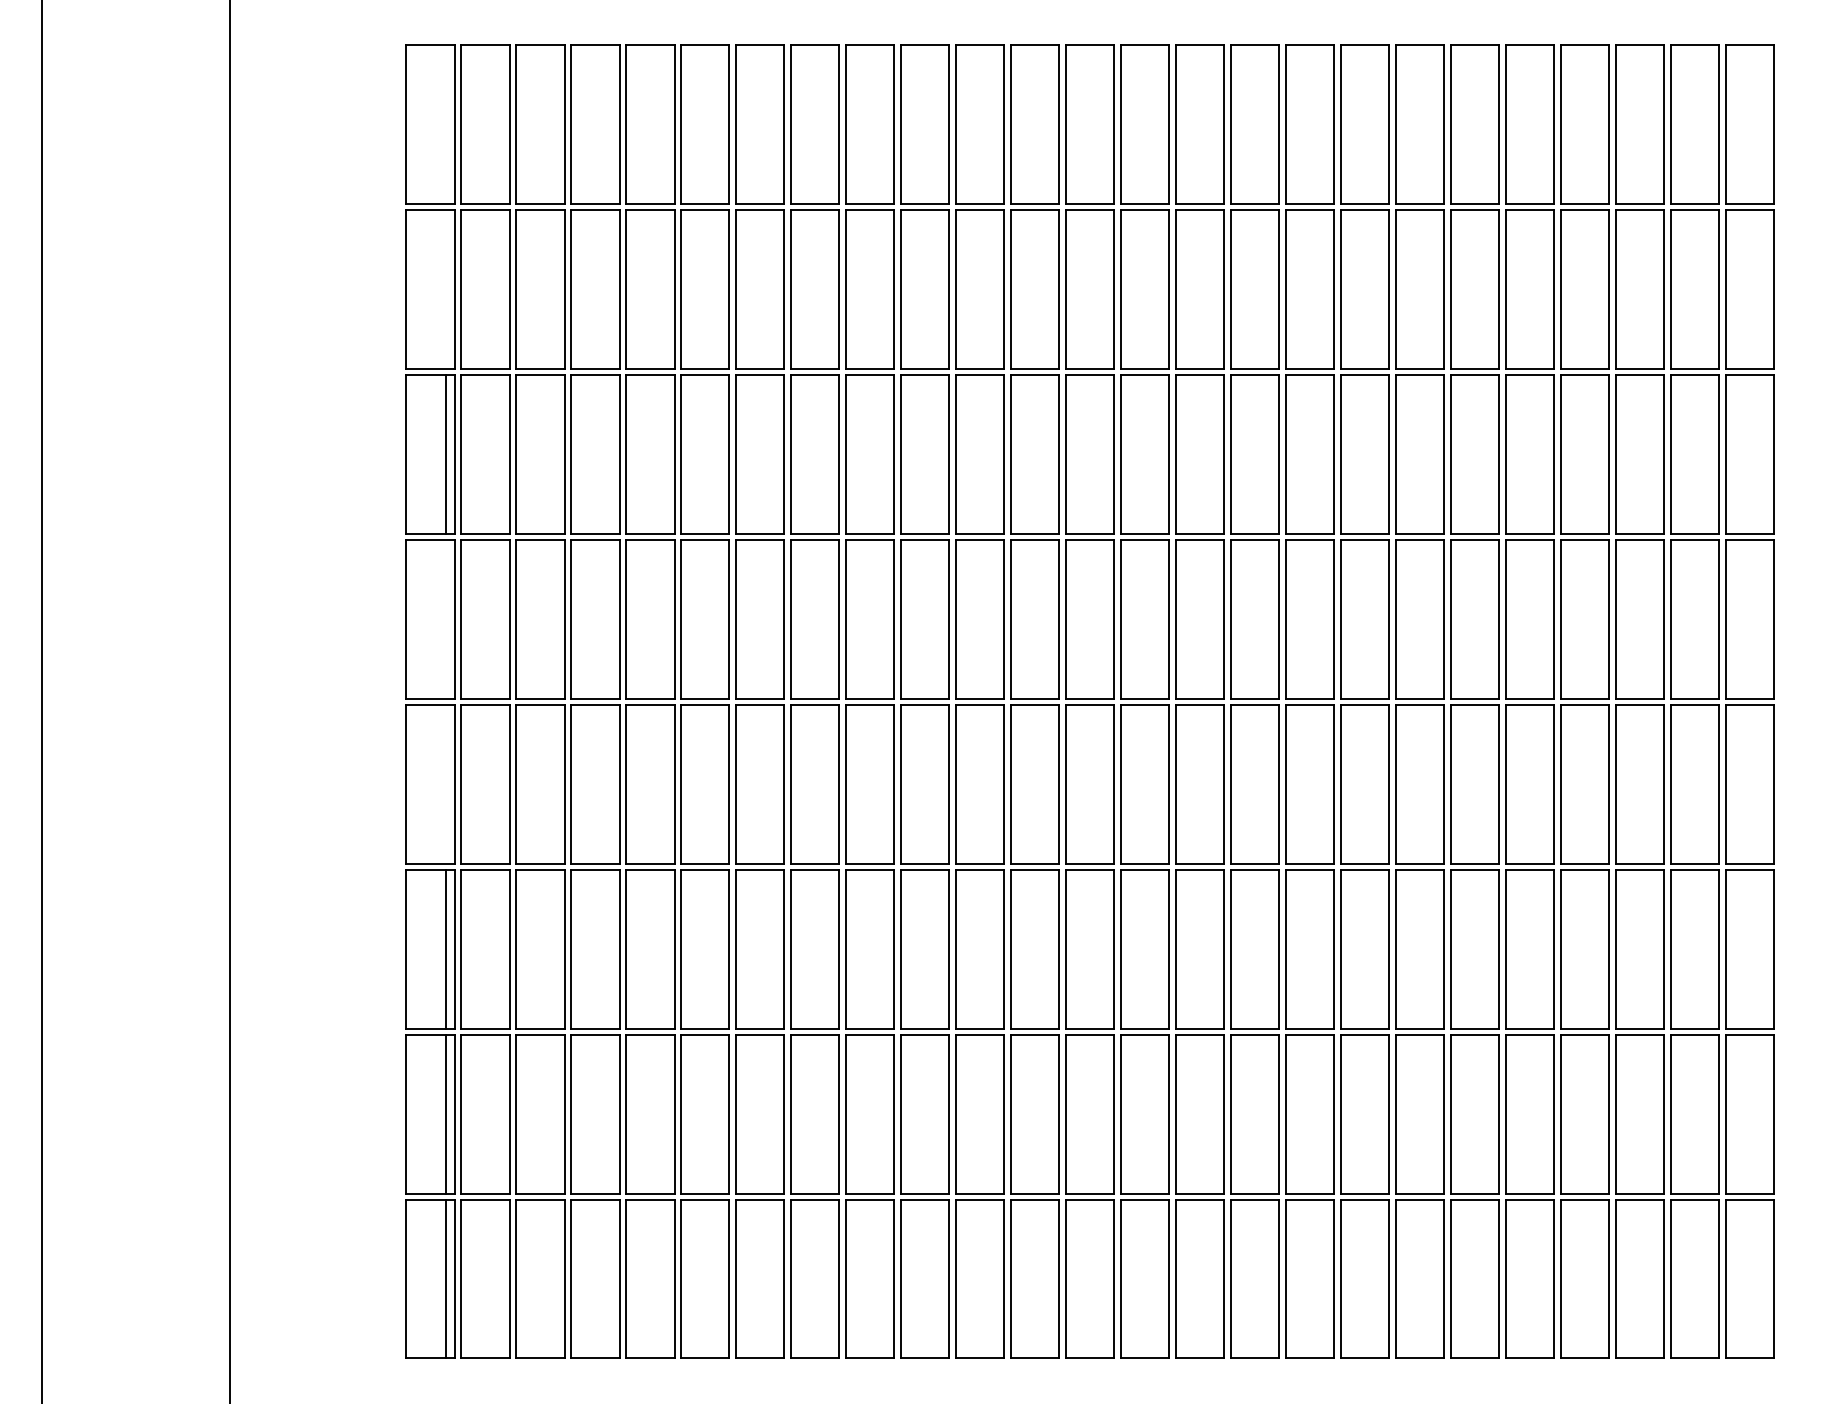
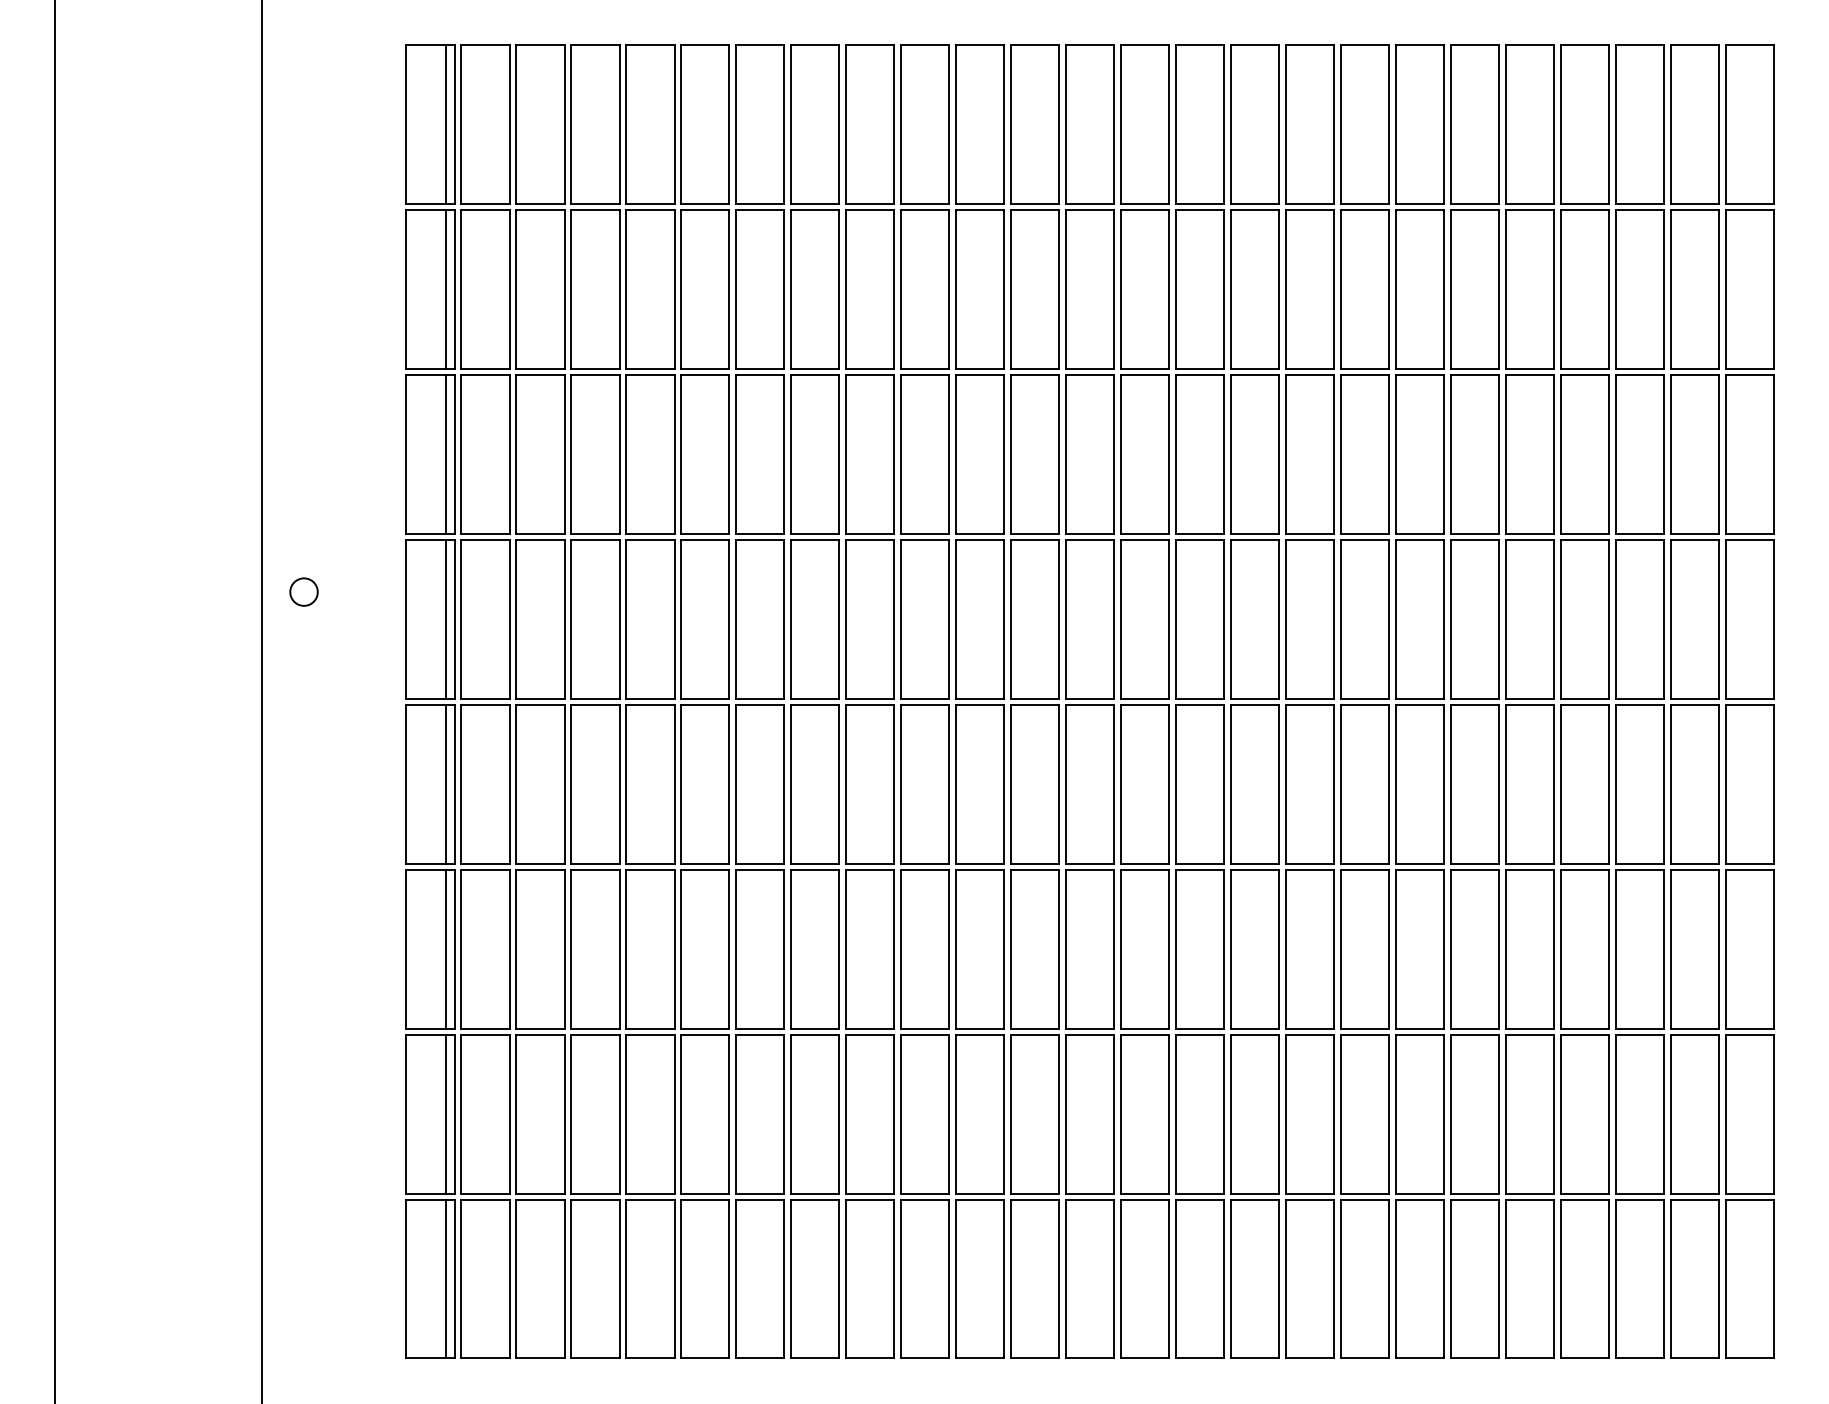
line at (445, 124): none -> present
line at (445, 289): none -> present
circle at (303, 591): none -> present
line at (445, 619): none -> present
line at (41, 701) position: (41, 701) -> (54, 701)
line at (230, 701) position: (230, 701) -> (262, 701)
line at (445, 784): none -> present
